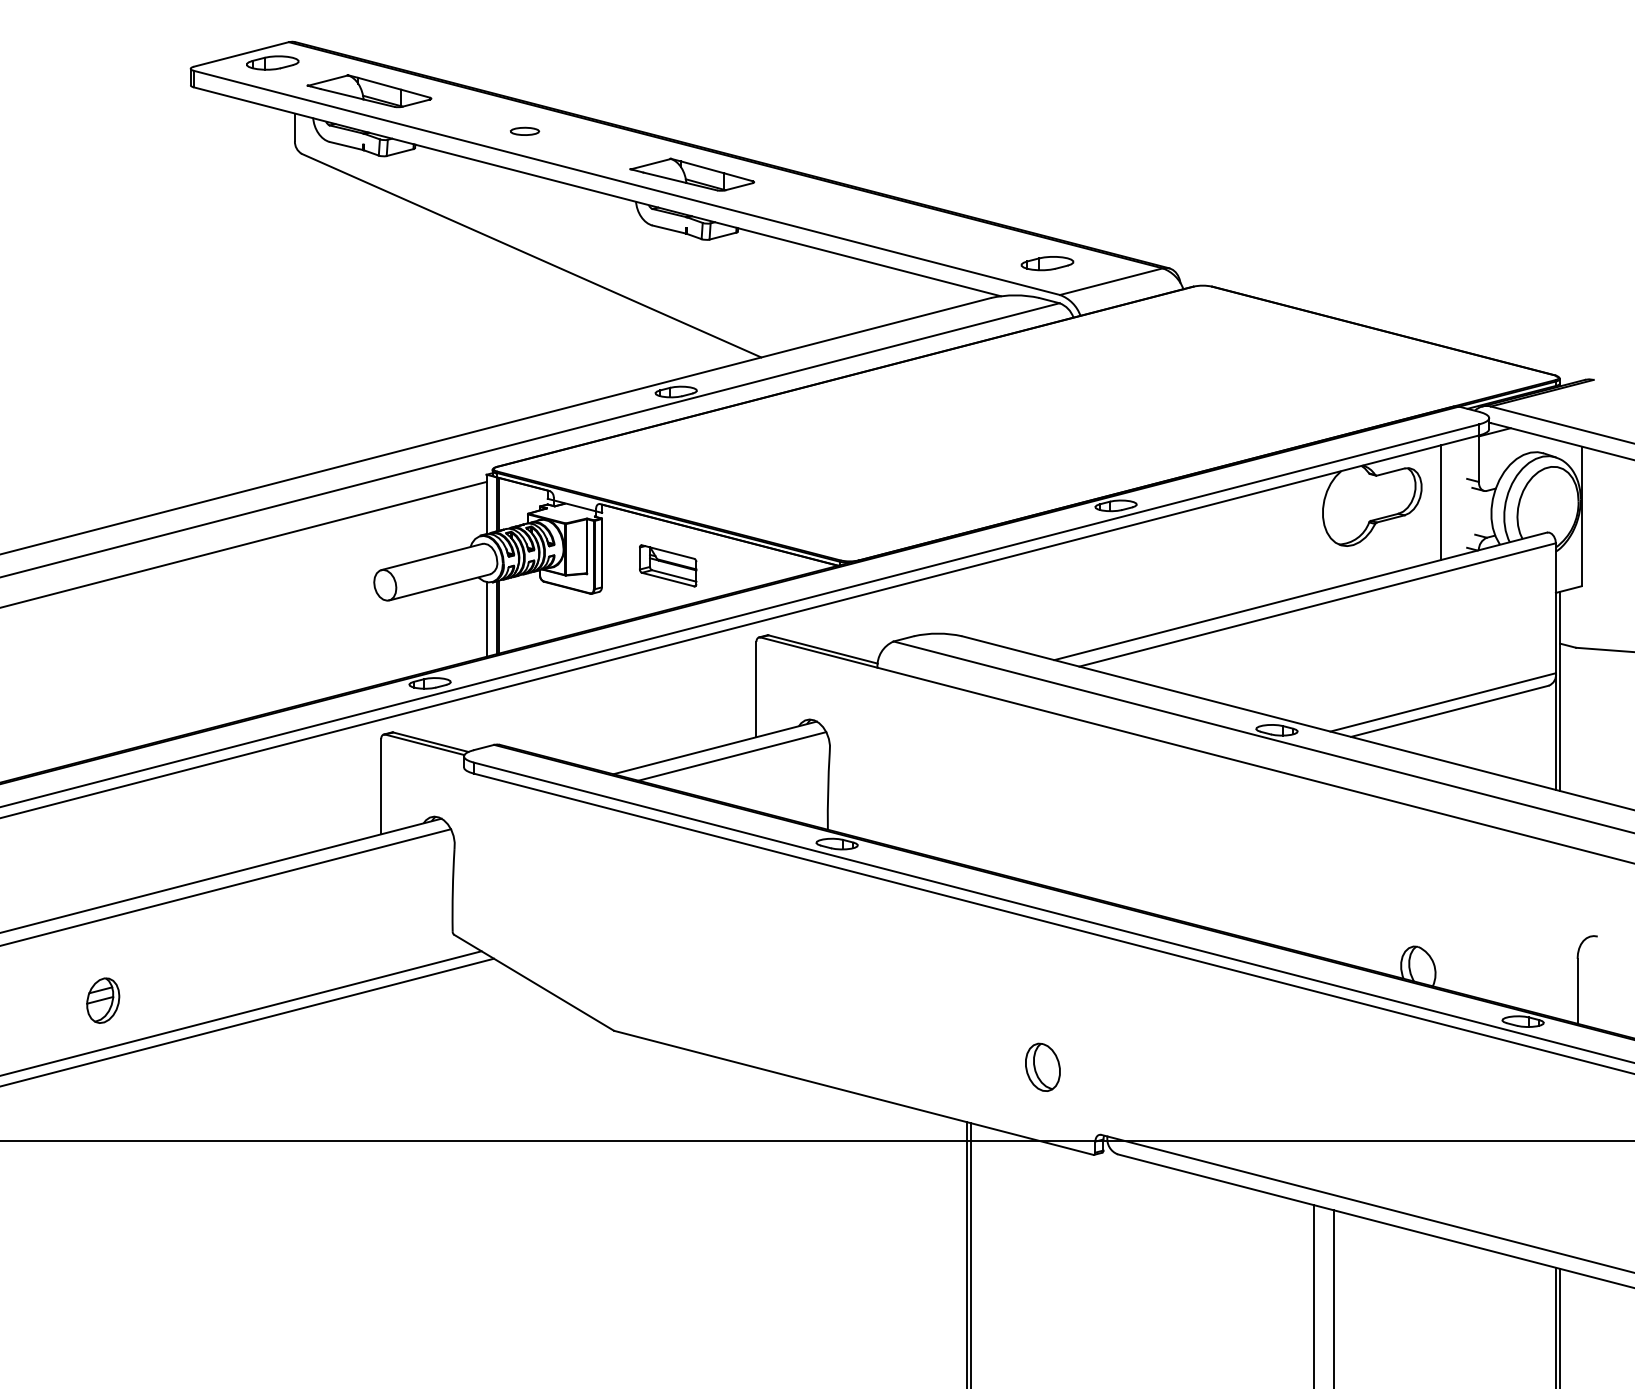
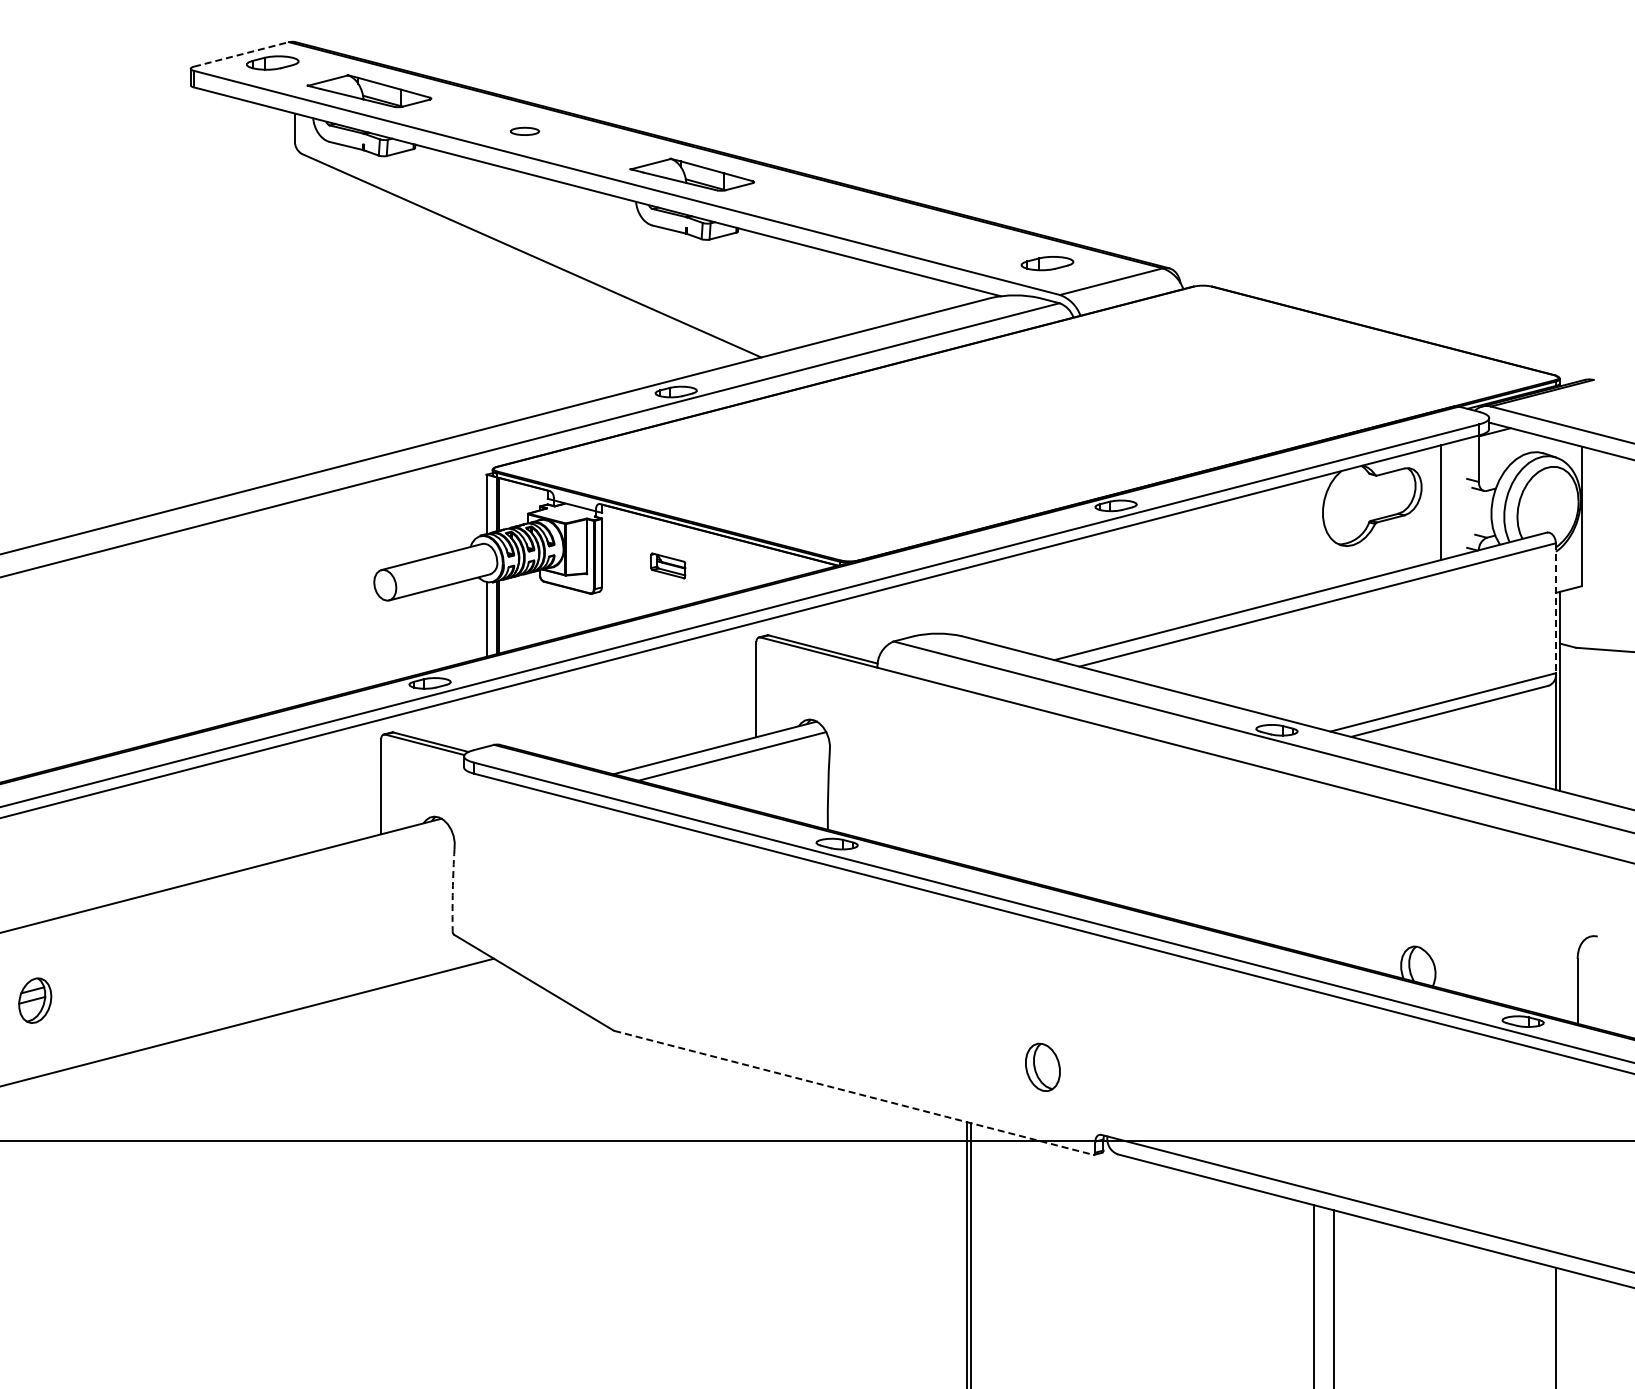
line at (241, 54): solid -> dashed
line at (244, 544): present -> none
part at (668, 565) size: 59x44 px -> 37x28 px
line at (1555, 608): solid -> dashed
line at (226, 887): present -> none
arc at (452, 890): solid -> dashed
part at (103, 1000) position: (103, 1000) -> (35, 1000)
line at (241, 1013): present -> none
line at (854, 1093): solid -> dashed
line at (1560, 1326): present -> none
